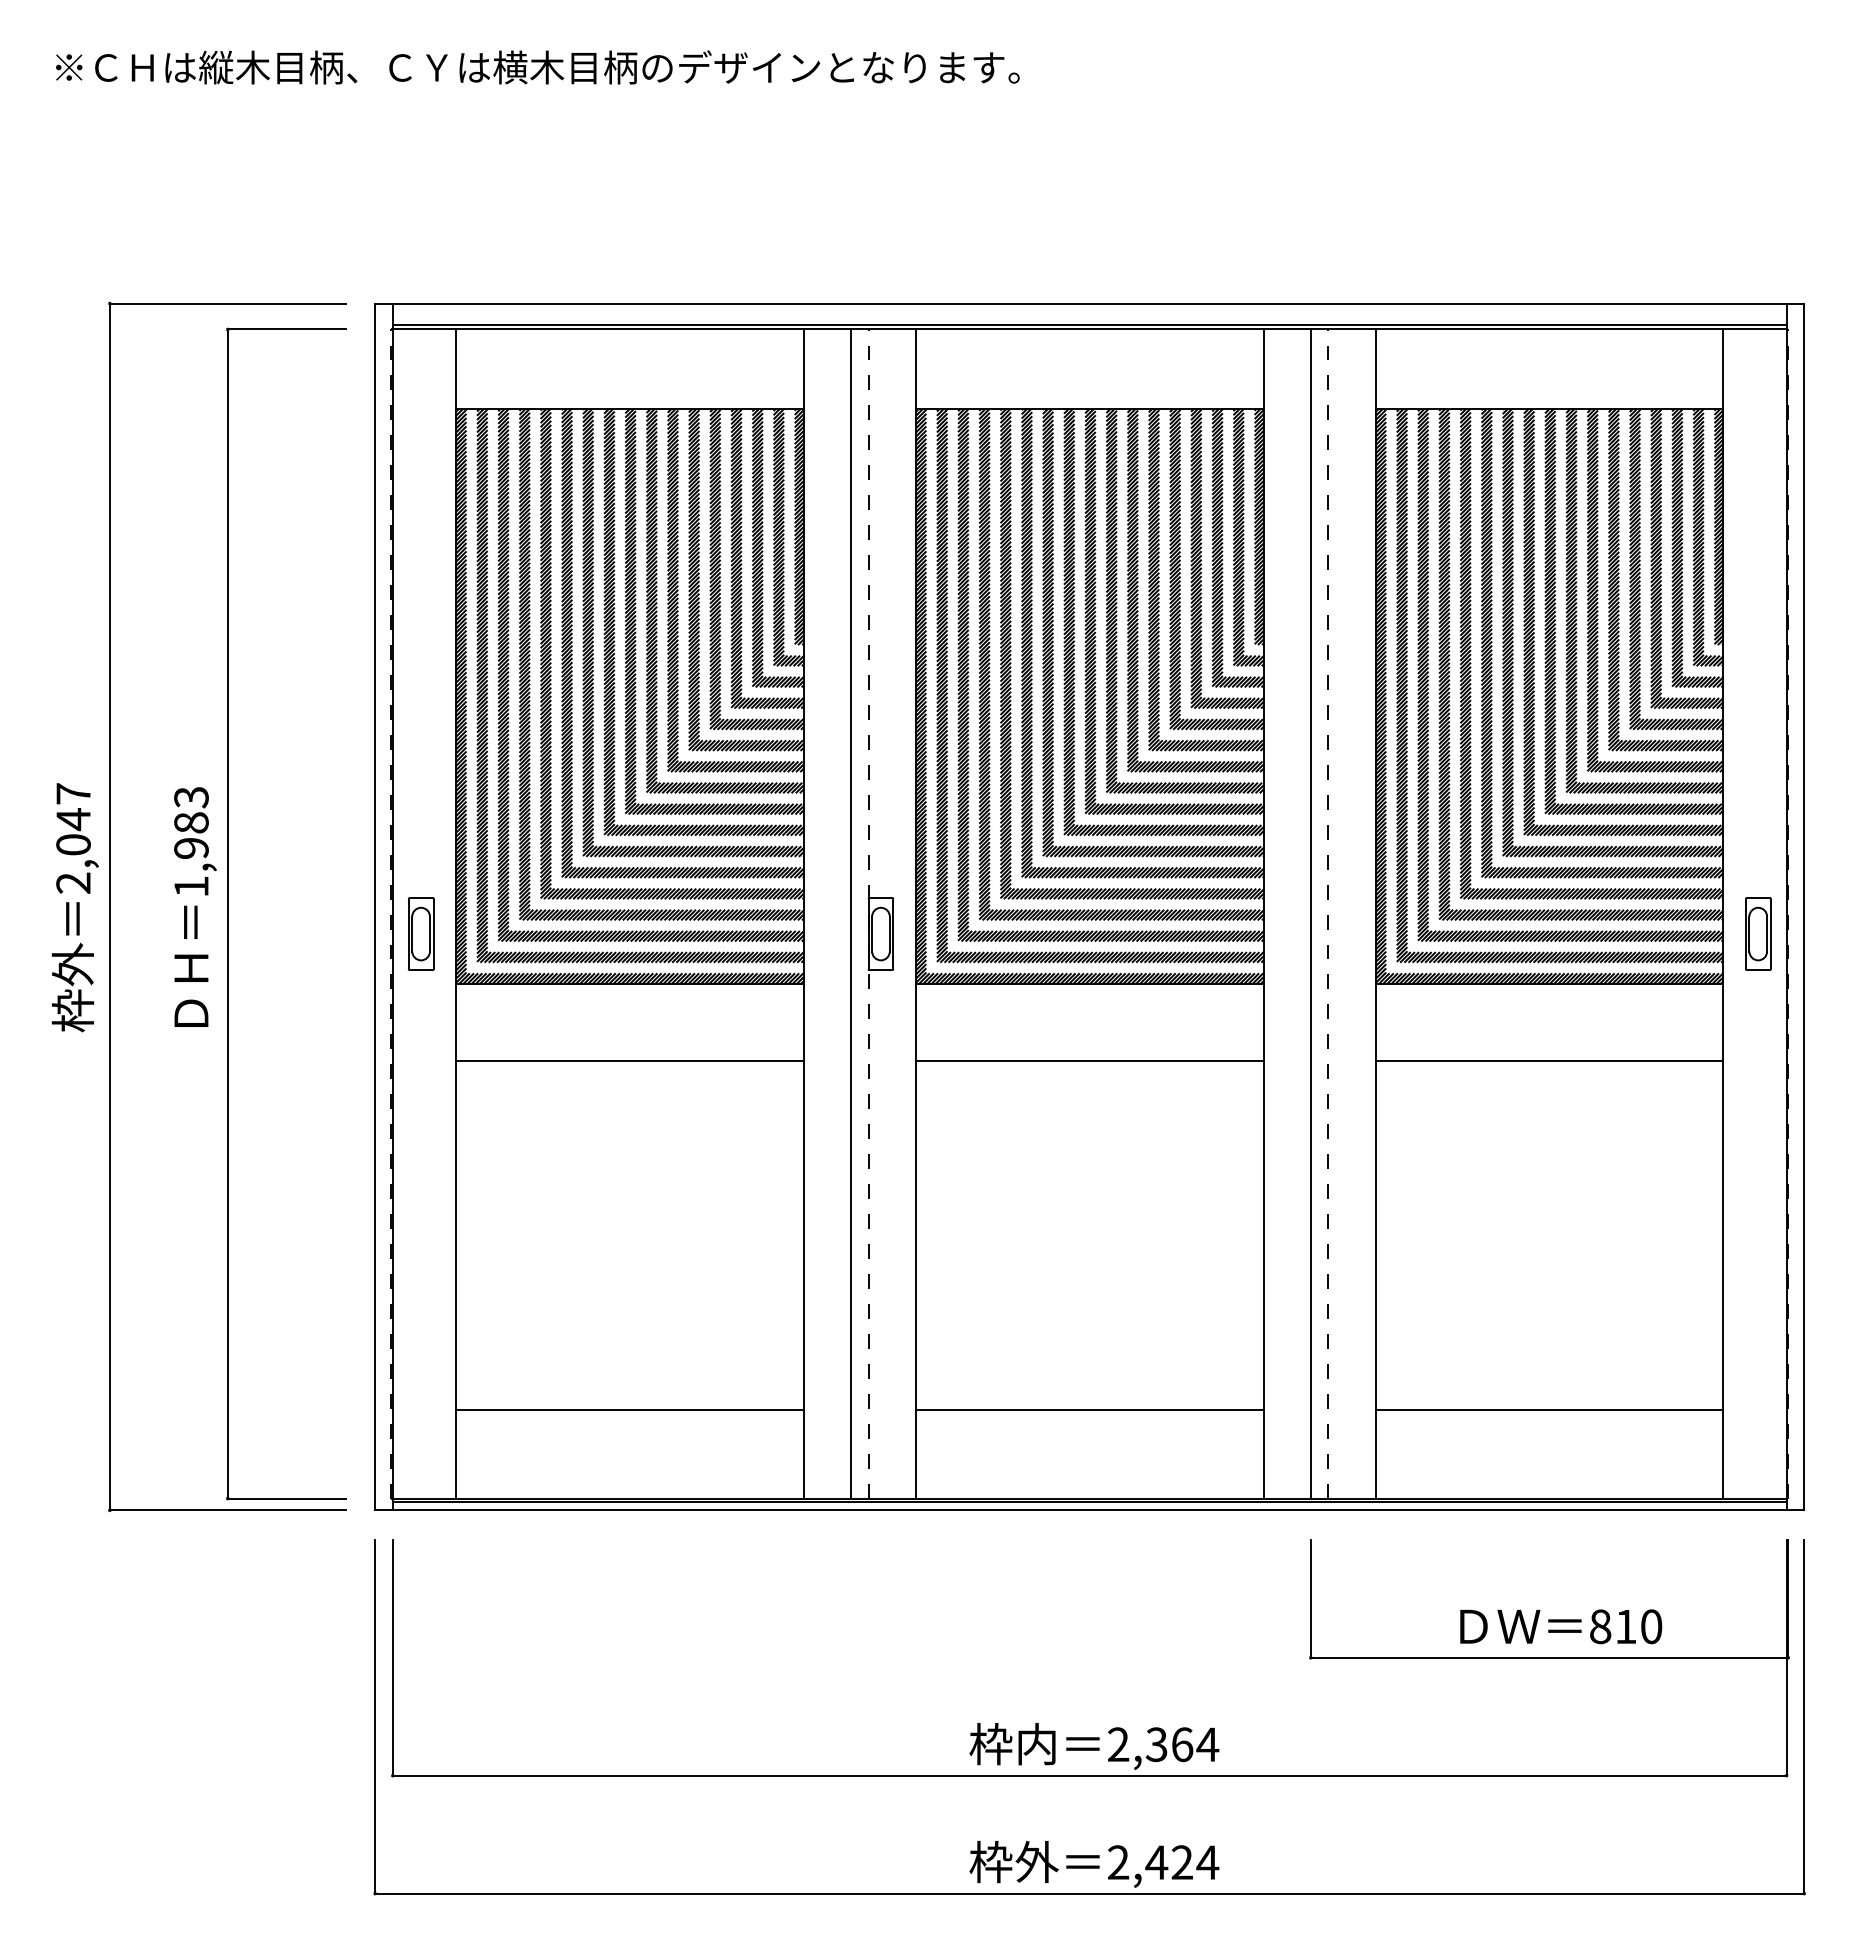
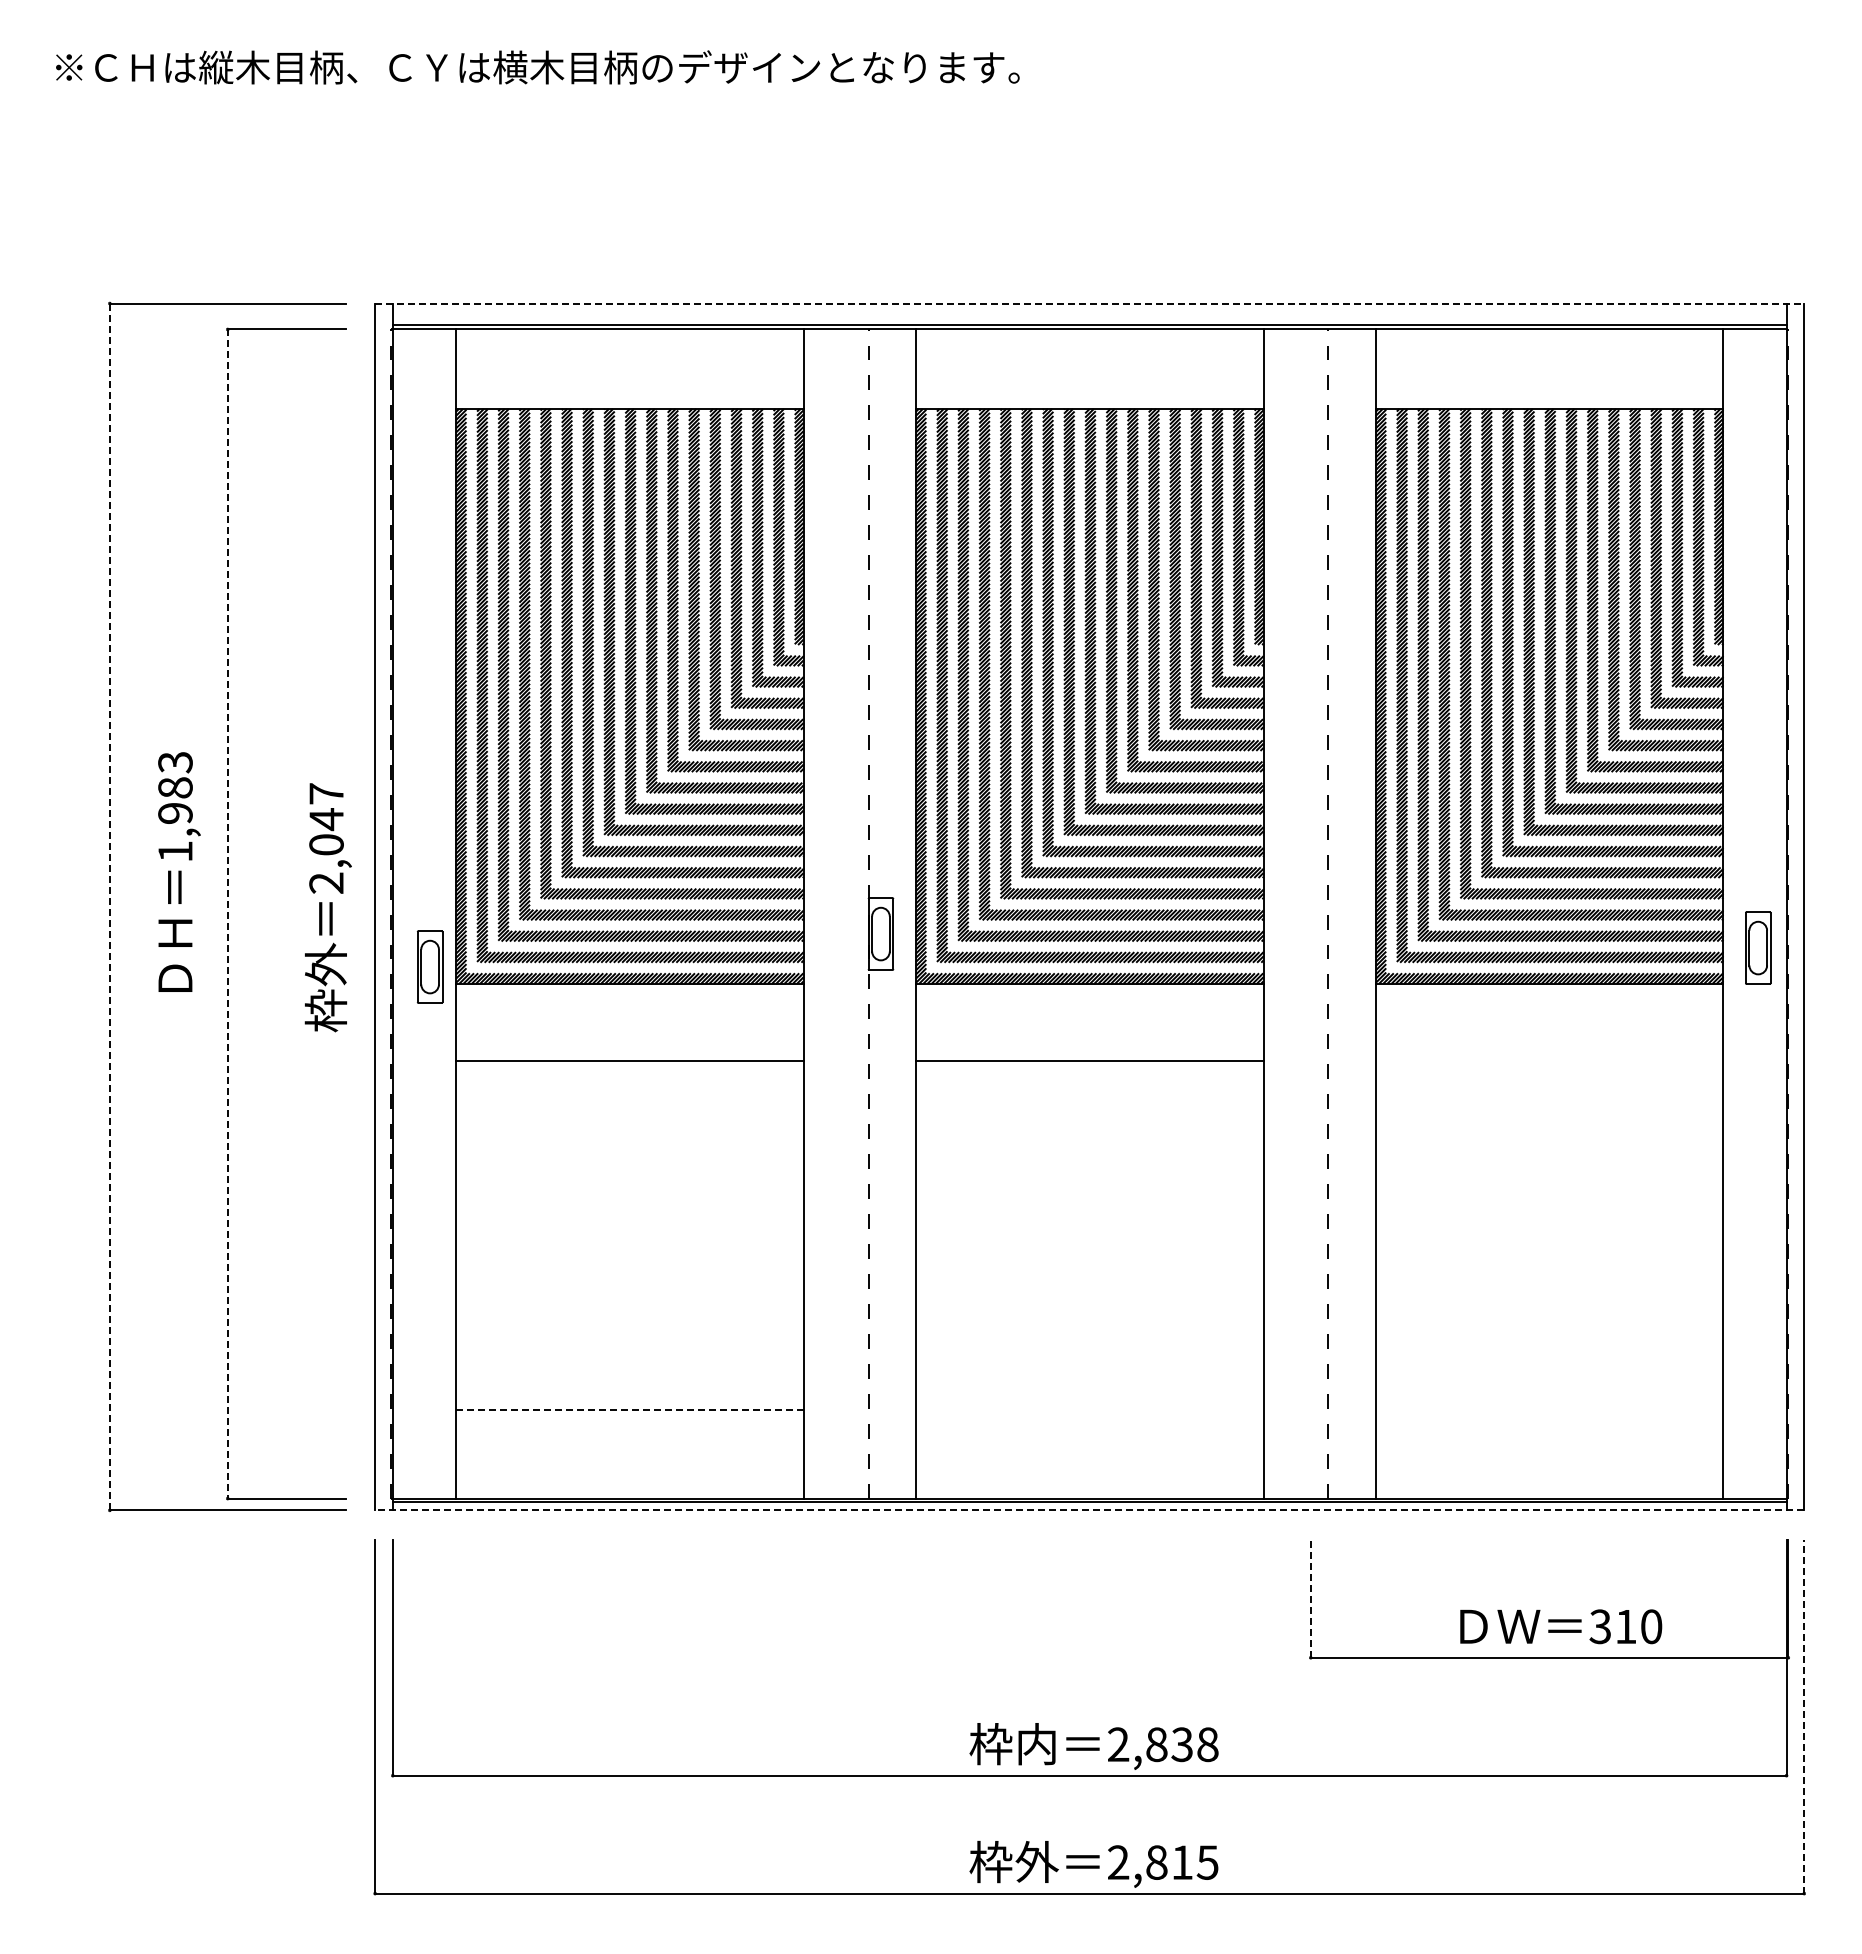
line at (1089, 303): solid -> dashed
text at (195, 906) position: (195, 906) -> (179, 871)
text at (74, 907) position: (74, 907) -> (327, 907)
line at (109, 907): solid -> dashed
line at (850, 913): present -> none
line at (1310, 913): present -> none
line at (227, 914): solid -> dashed
part at (421, 933) position: (421, 933) -> (430, 966)
part at (1758, 933) position: (1758, 933) -> (1758, 947)
line at (1549, 1060): present -> none
line at (629, 1410): solid -> dashed
line at (1089, 1410): present -> none
line at (1549, 1410): present -> none
line at (1089, 1510): solid -> dashed
line at (1310, 1598): solid -> dashed
text at (1600, 1626): 810 -> 310
line at (1804, 1716): solid -> dashed
text at (1182, 1744): 2,364 -> 2,838
text at (1182, 1862): 2,424 -> 2,815
